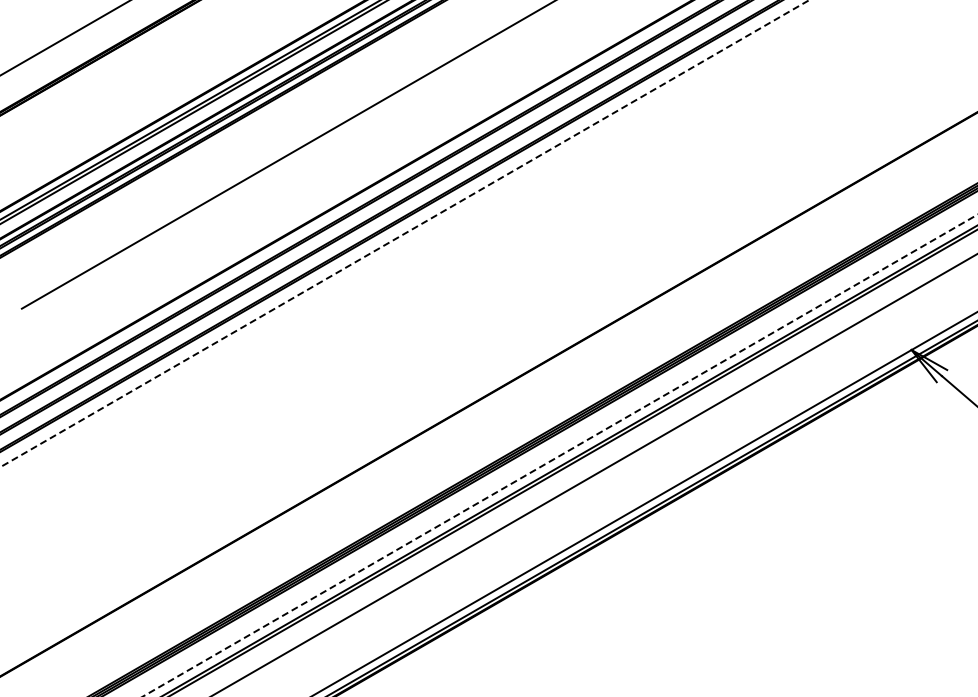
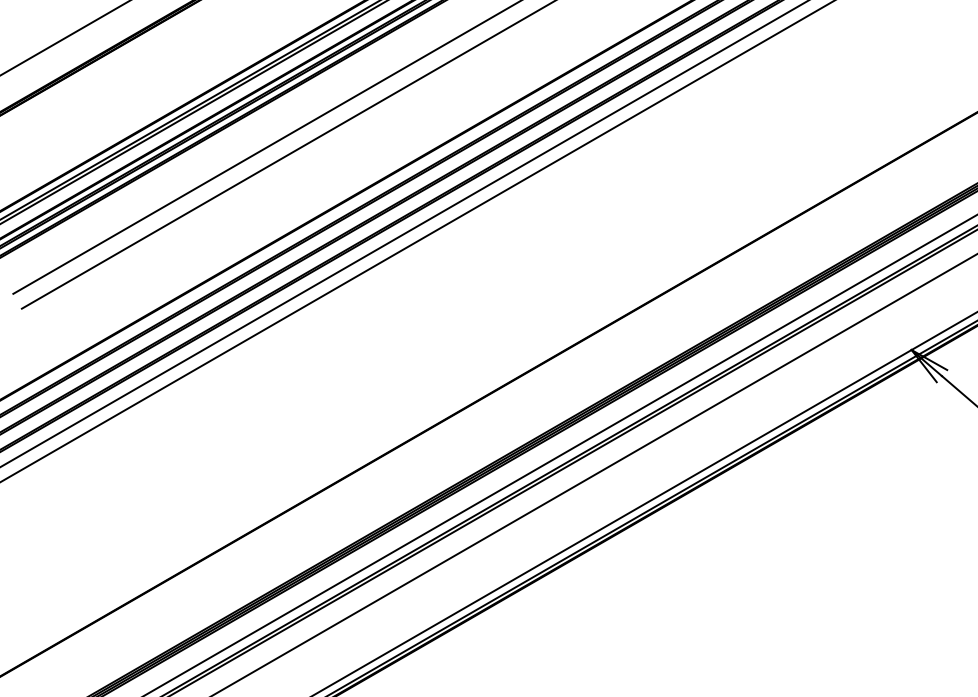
line at (265, 147): none -> present
line at (404, 233): dashed -> solid
line at (416, 241): none -> present
line at (559, 455): dashed -> solid
